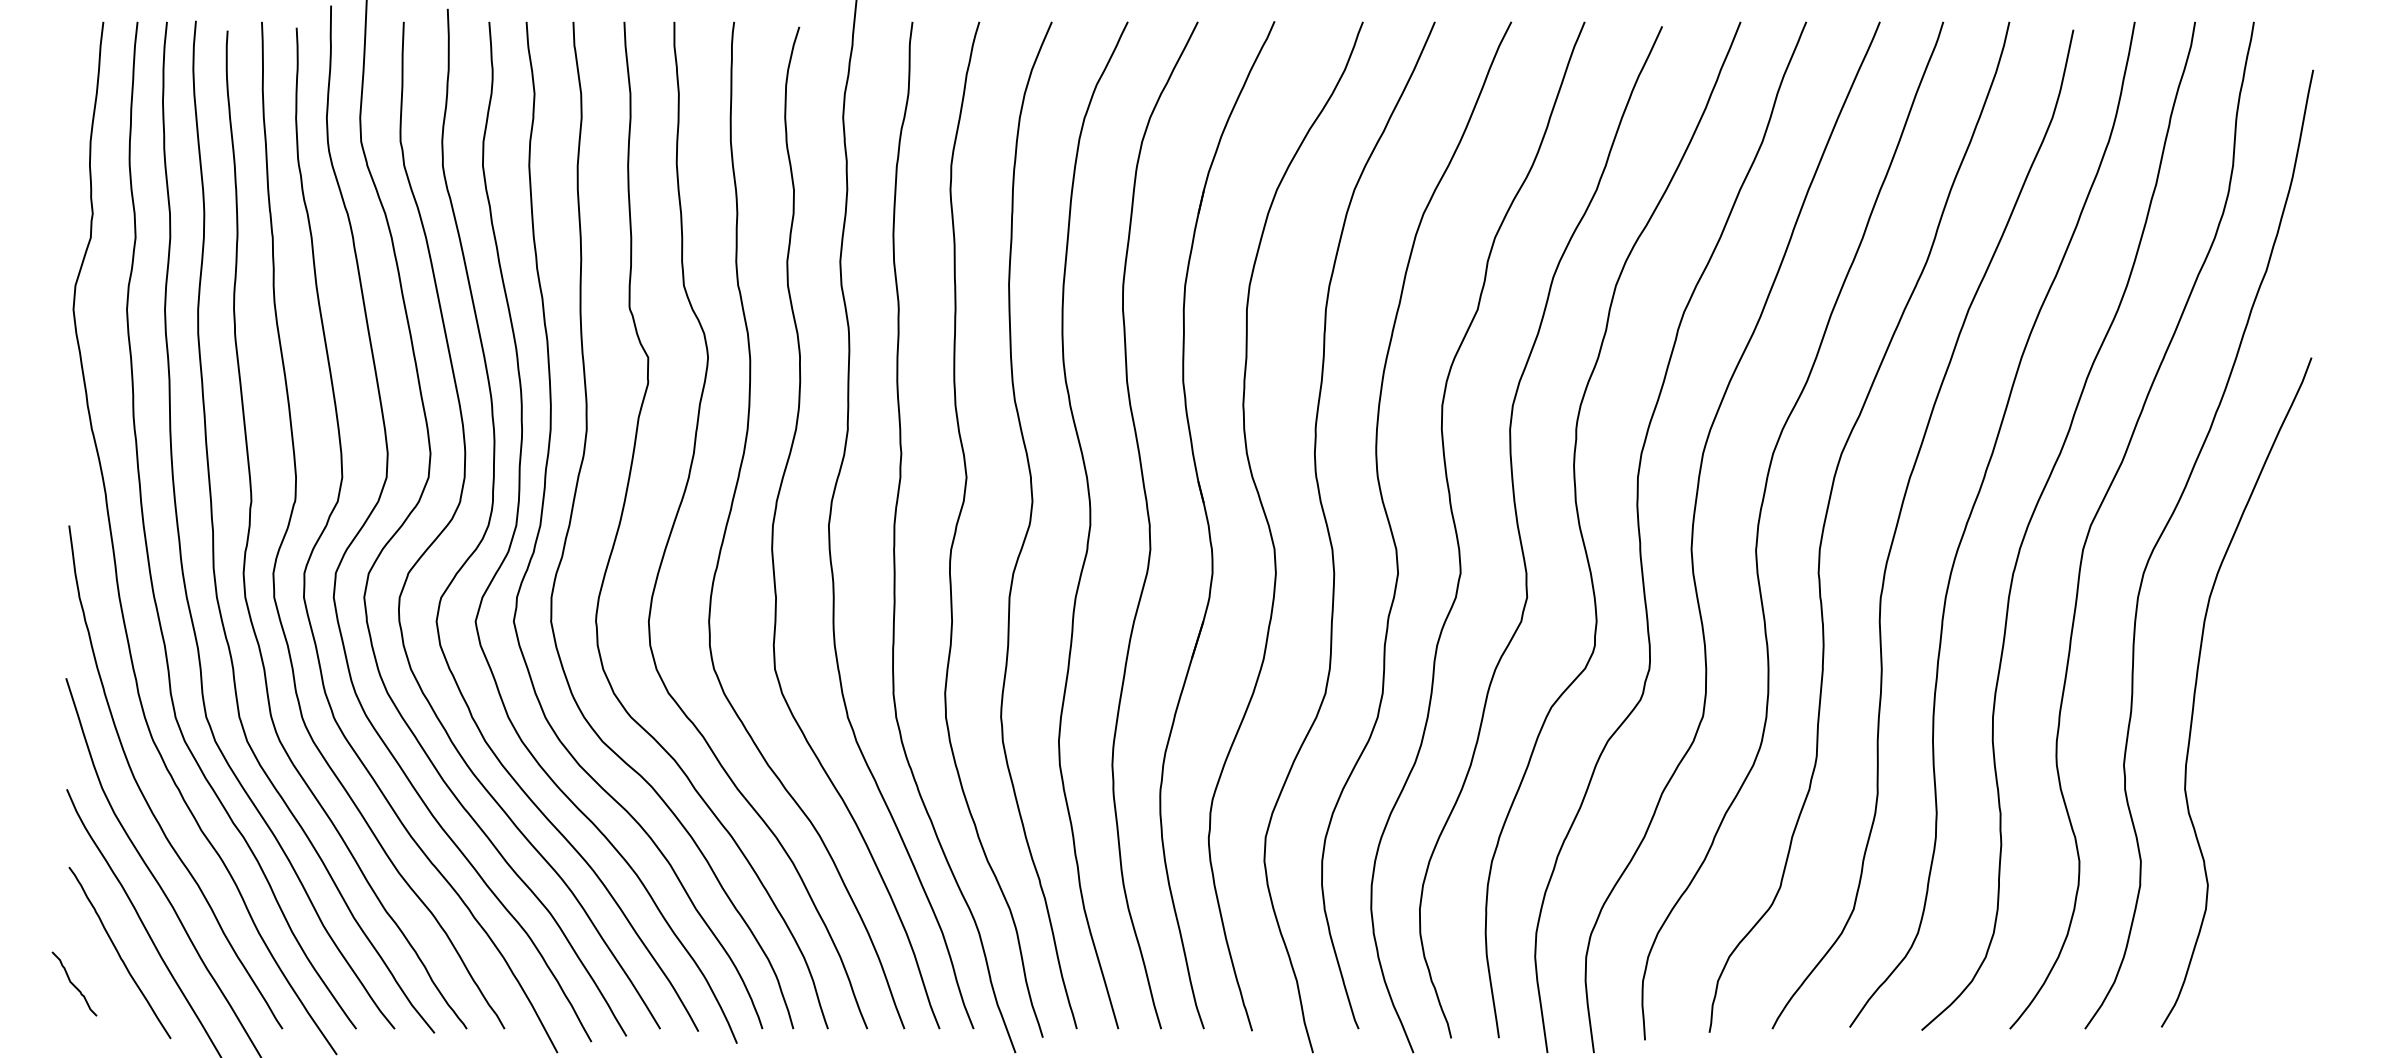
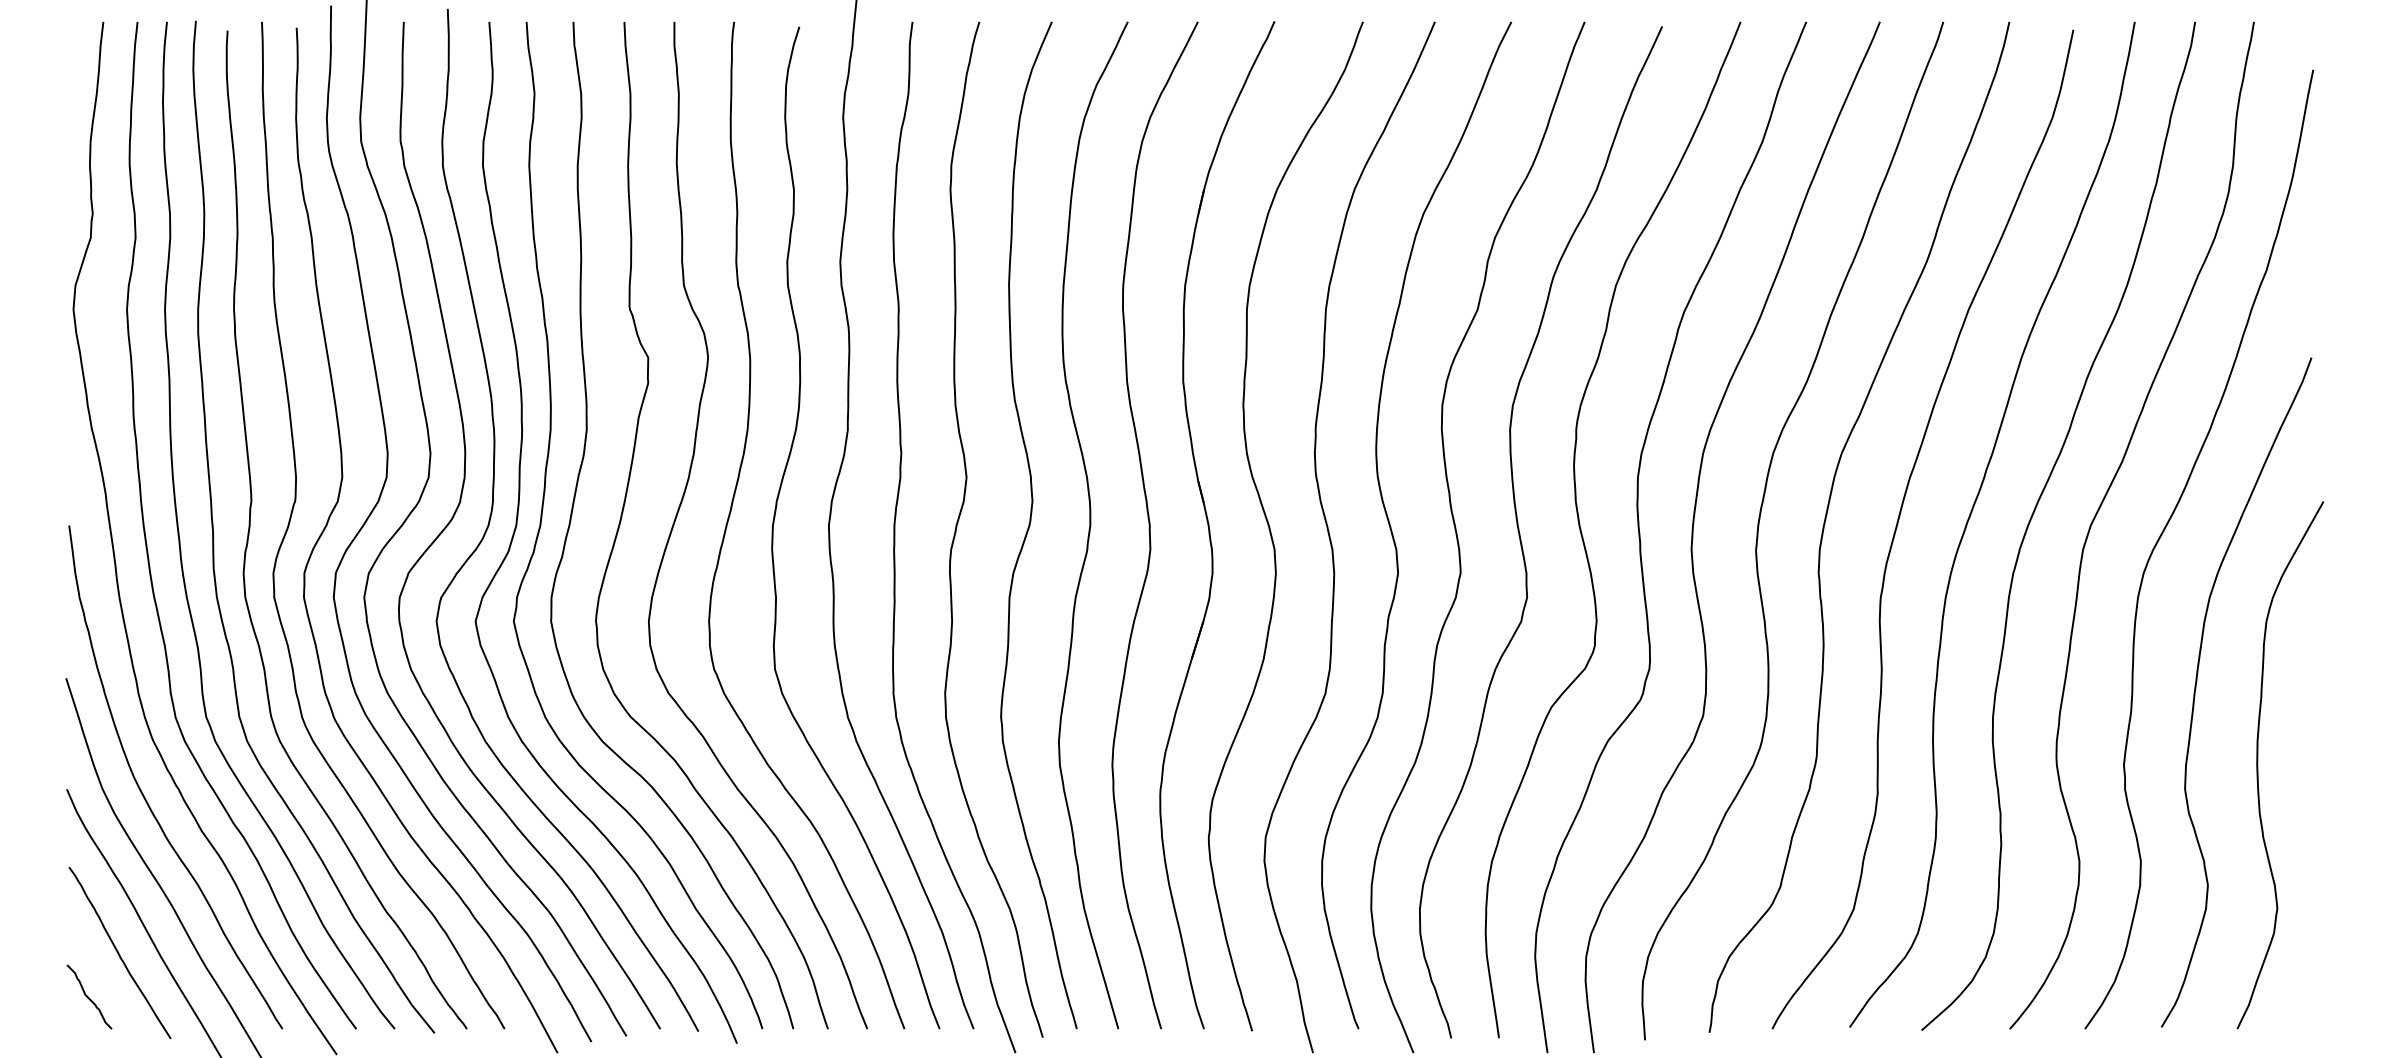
curve at (2258, 765): none -> present
curve at (73, 983) position: (73, 983) -> (88, 996)
